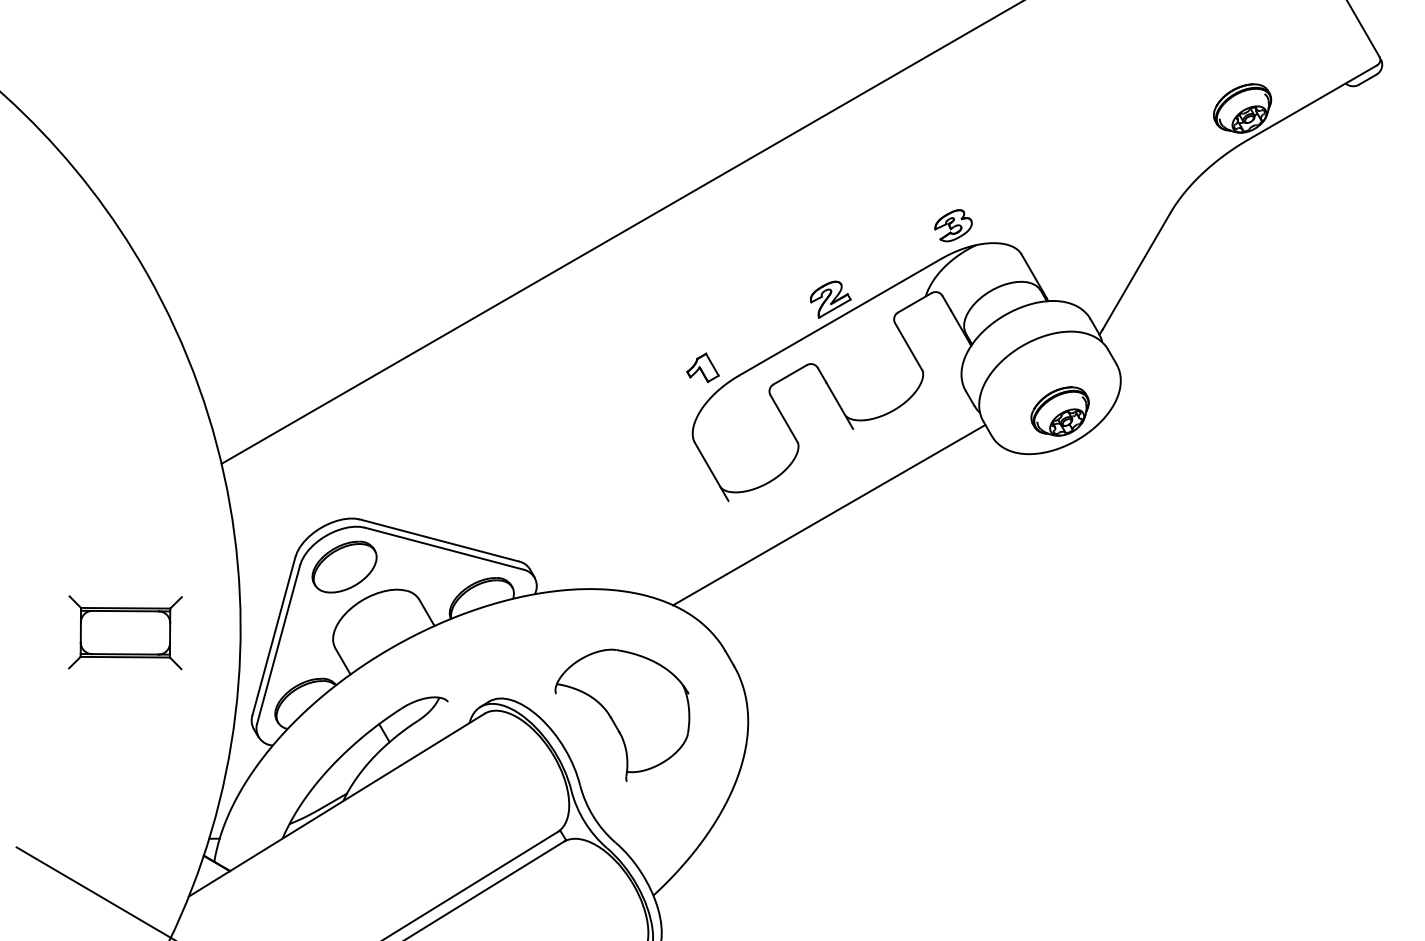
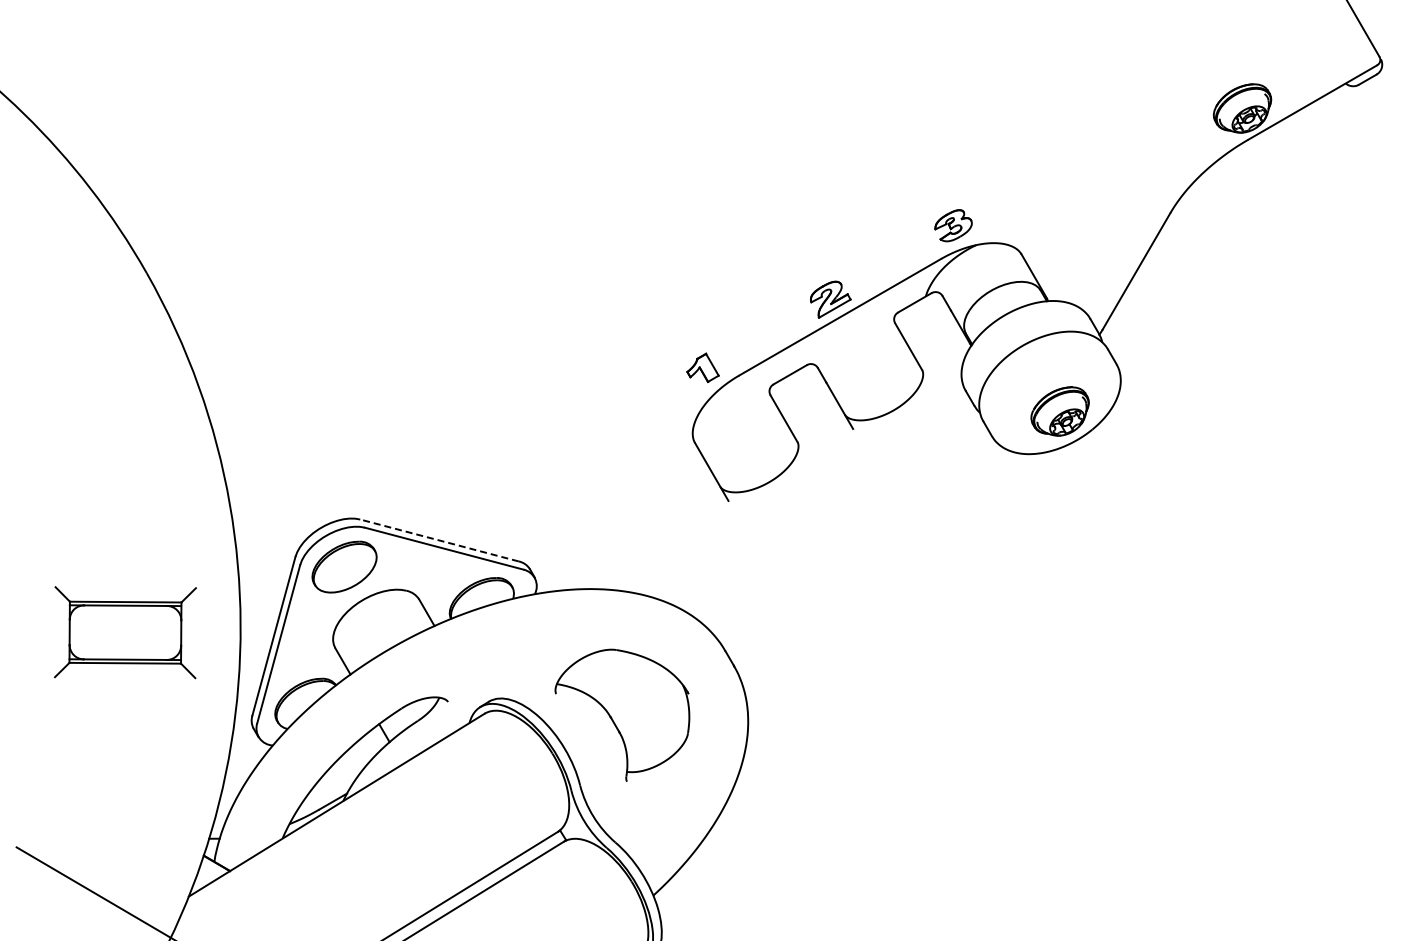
line at (621, 232): present -> none
line at (829, 514): present -> none
line at (439, 540): solid -> dashed
part at (125, 632) size: 115x76 px -> 143x94 px
